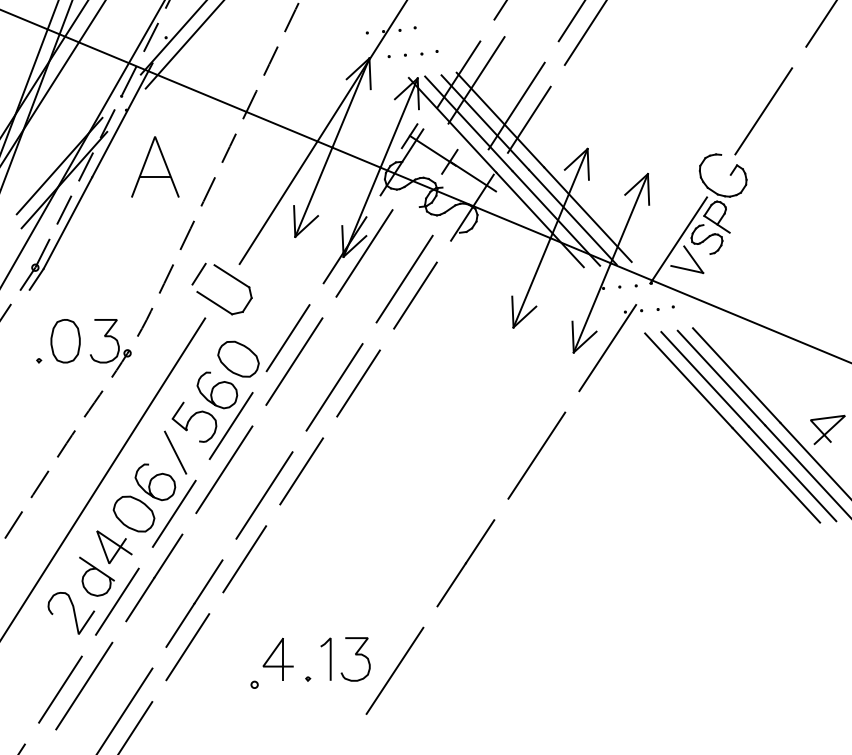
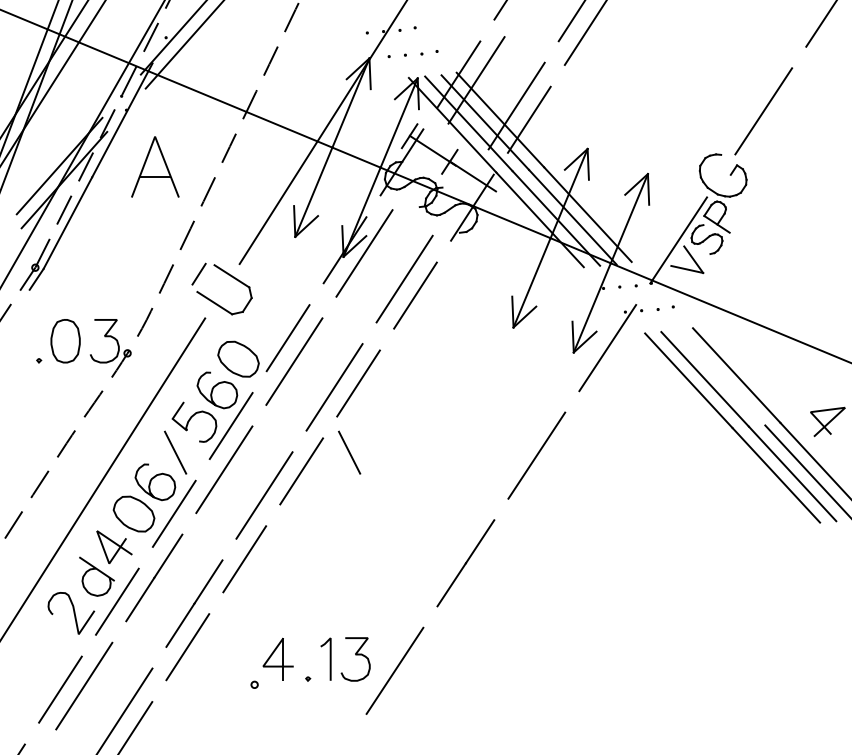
line at (721, 377): present -> none
part at (827, 429) position: (827, 429) -> (827, 421)
line at (349, 452): none -> present
